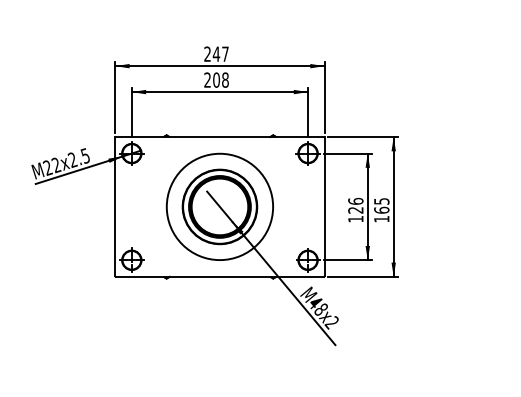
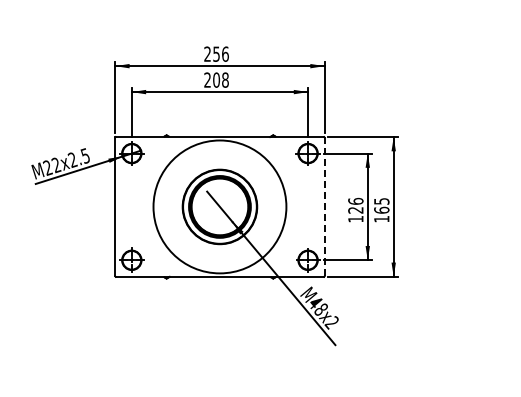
text at (220, 53): 247 -> 256
circle at (219, 206) diameter: 106 px -> 133 px
line at (324, 207): solid -> dashed
